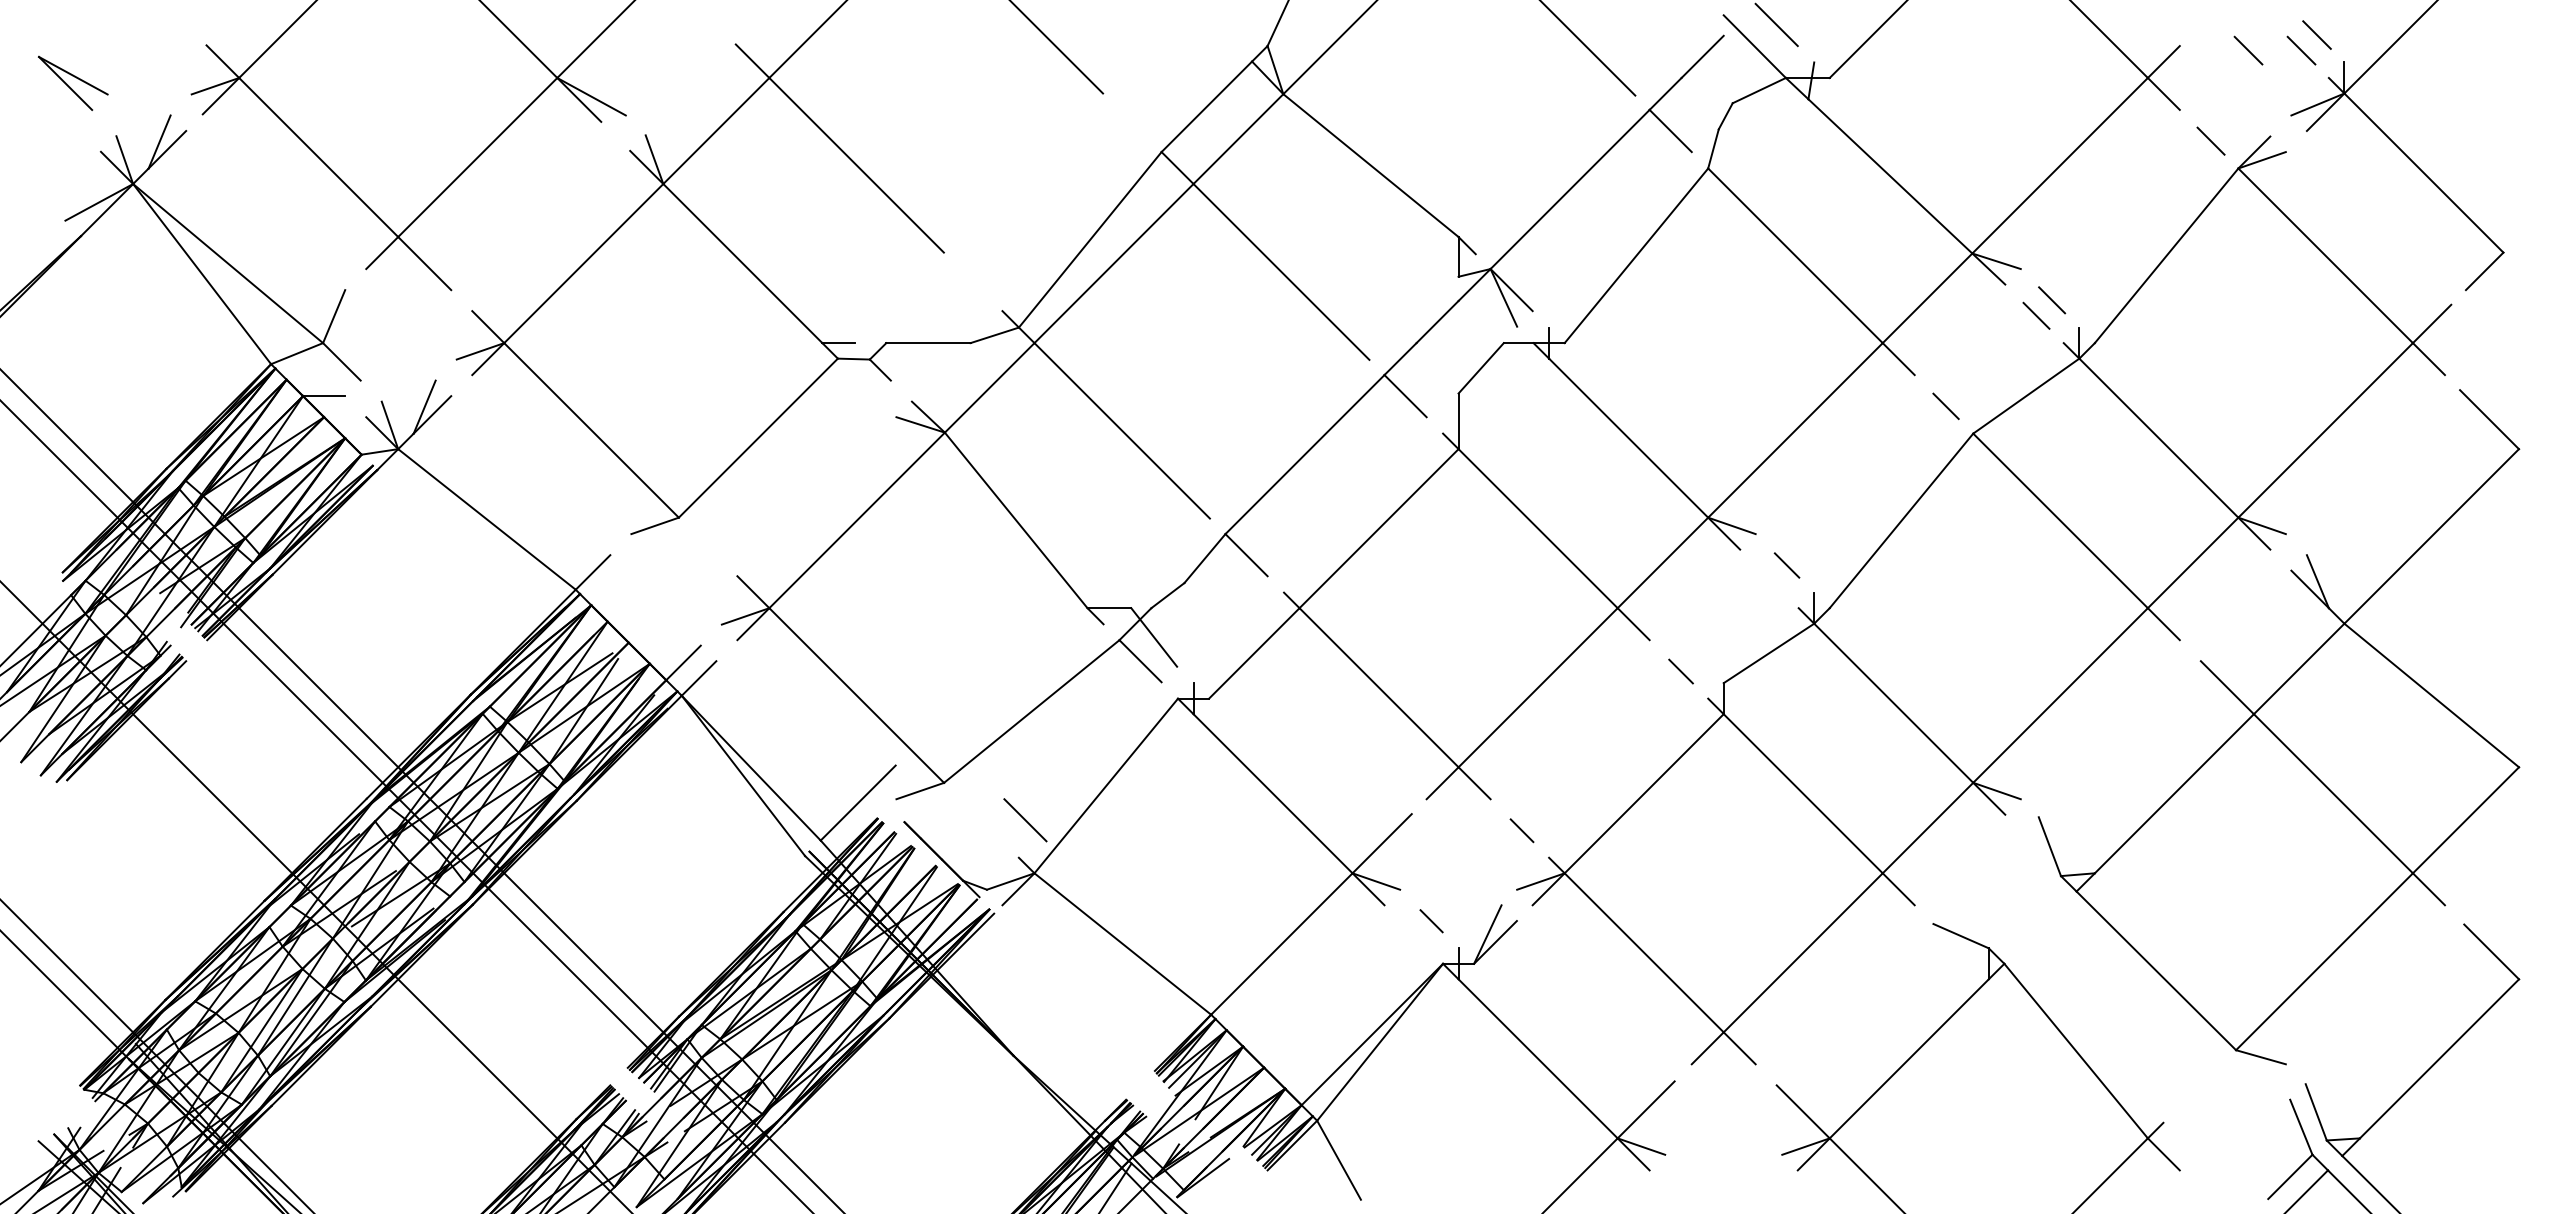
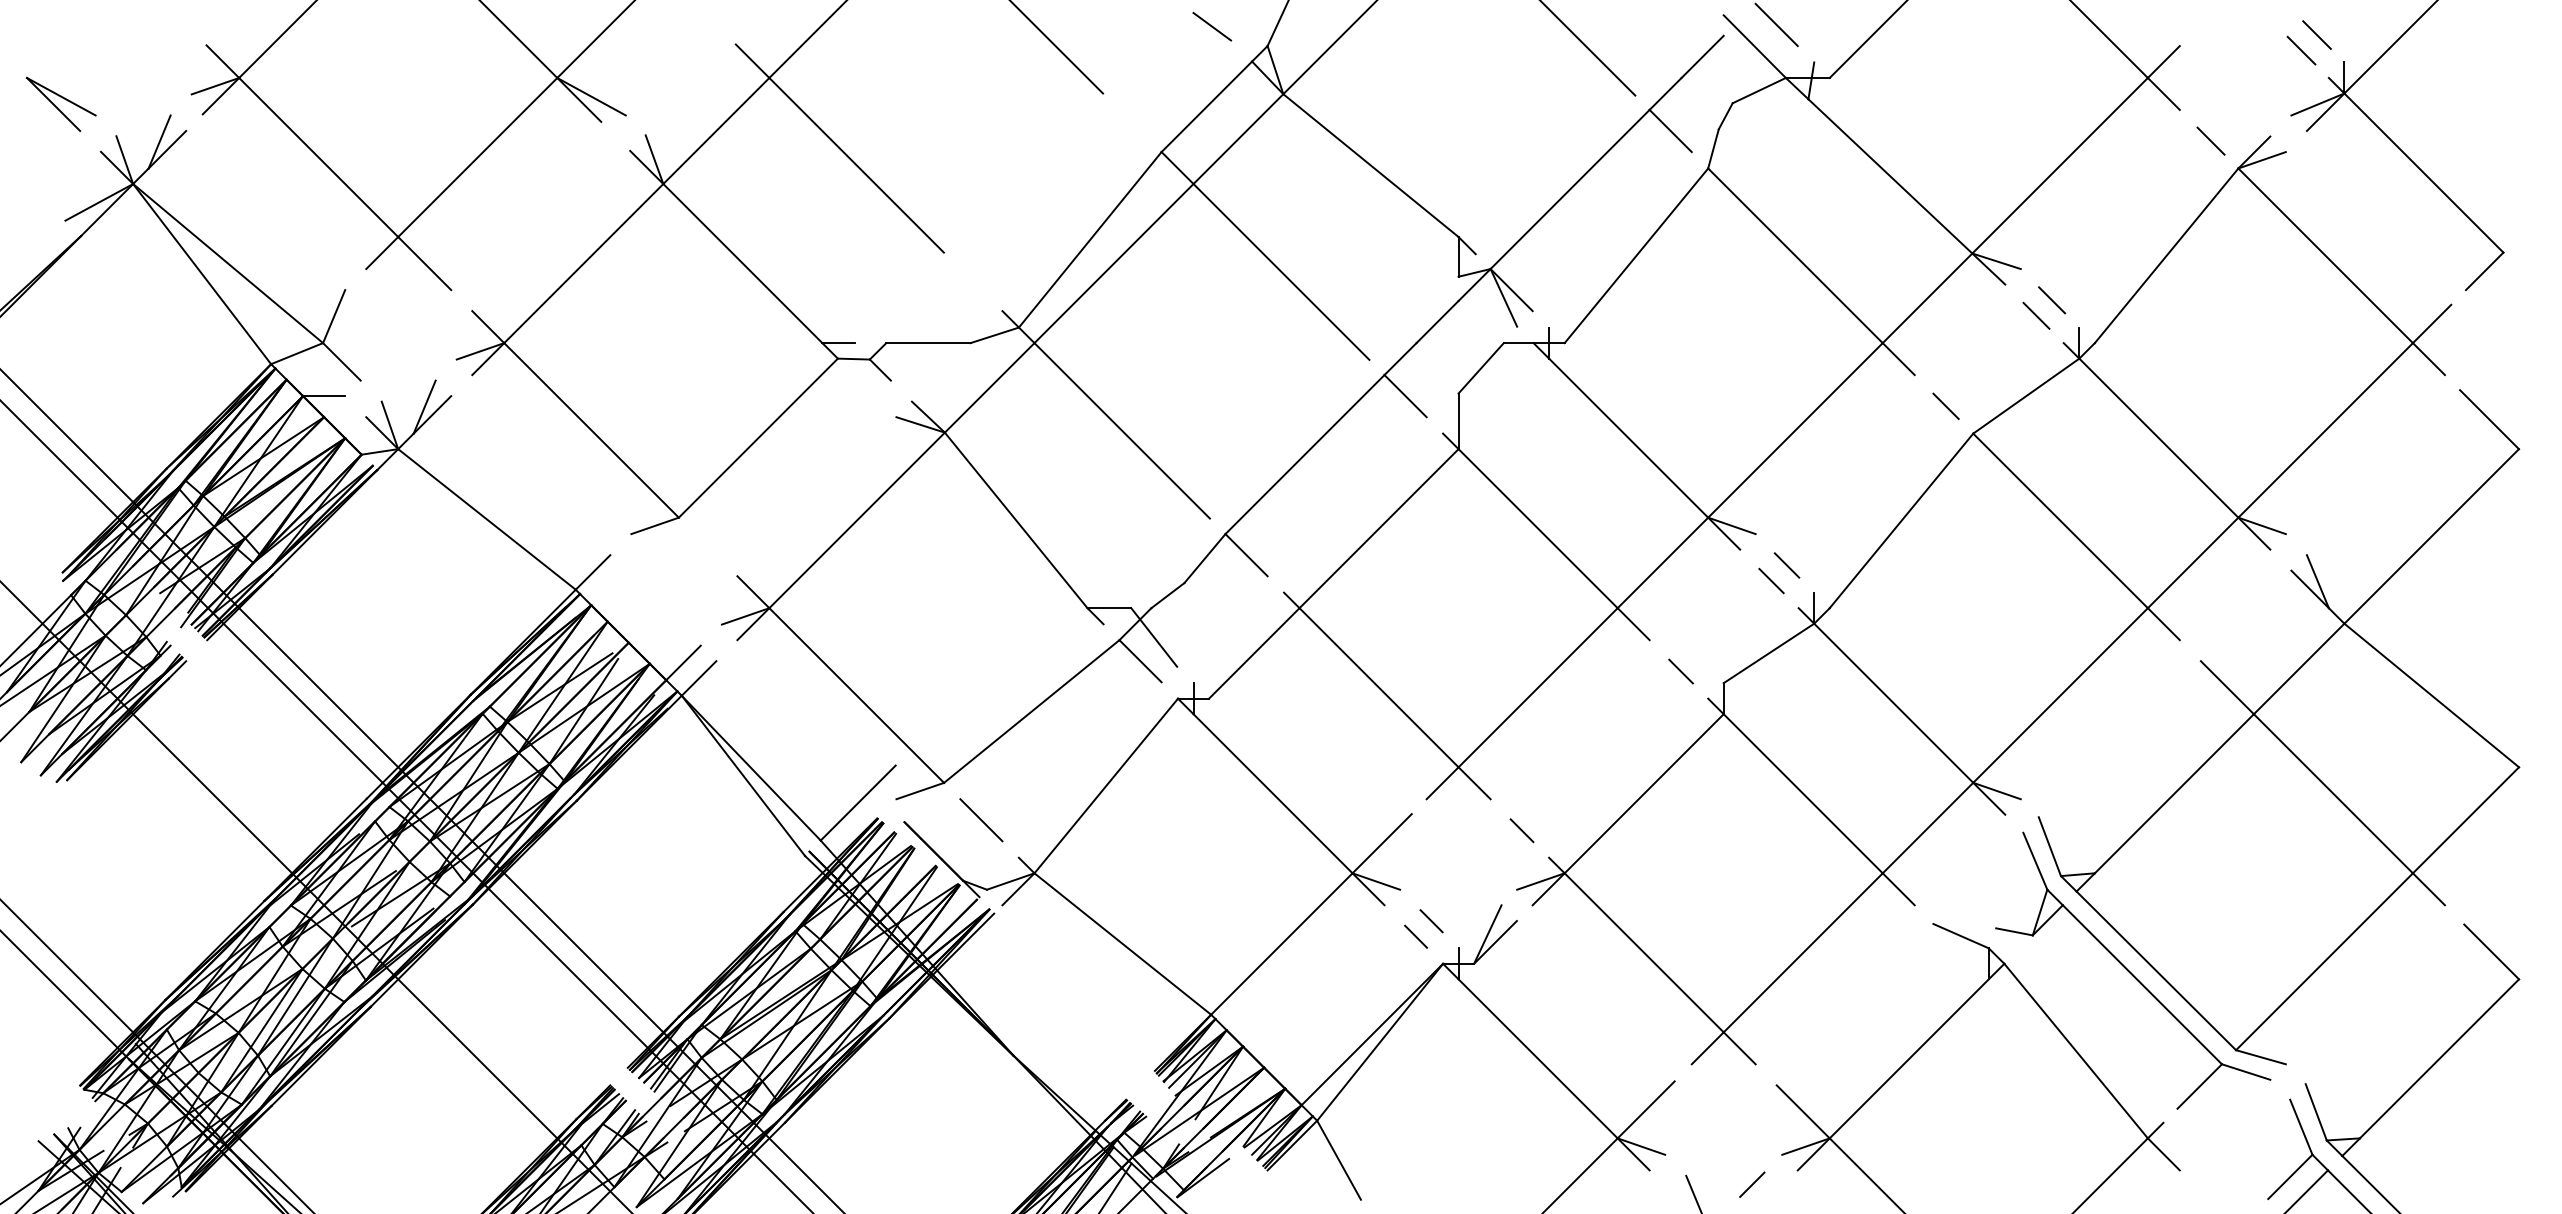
line at (1212, 26): none -> present
line at (2248, 50): present -> none
part at (73, 82) position: (73, 82) -> (61, 103)
line at (1771, 580): none -> present
line at (1025, 820) position: (1025, 820) -> (981, 820)
line at (1416, 936): none -> present
part at (2133, 970): none -> present
line at (1752, 1184): none -> present
line at (1693, 1192): none -> present
